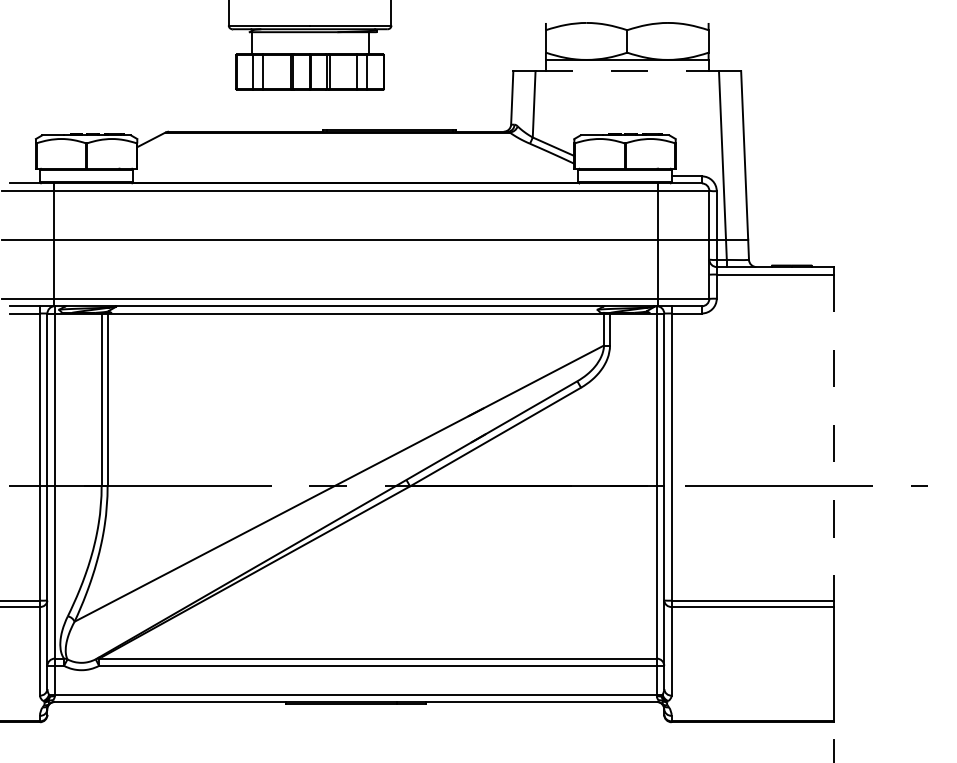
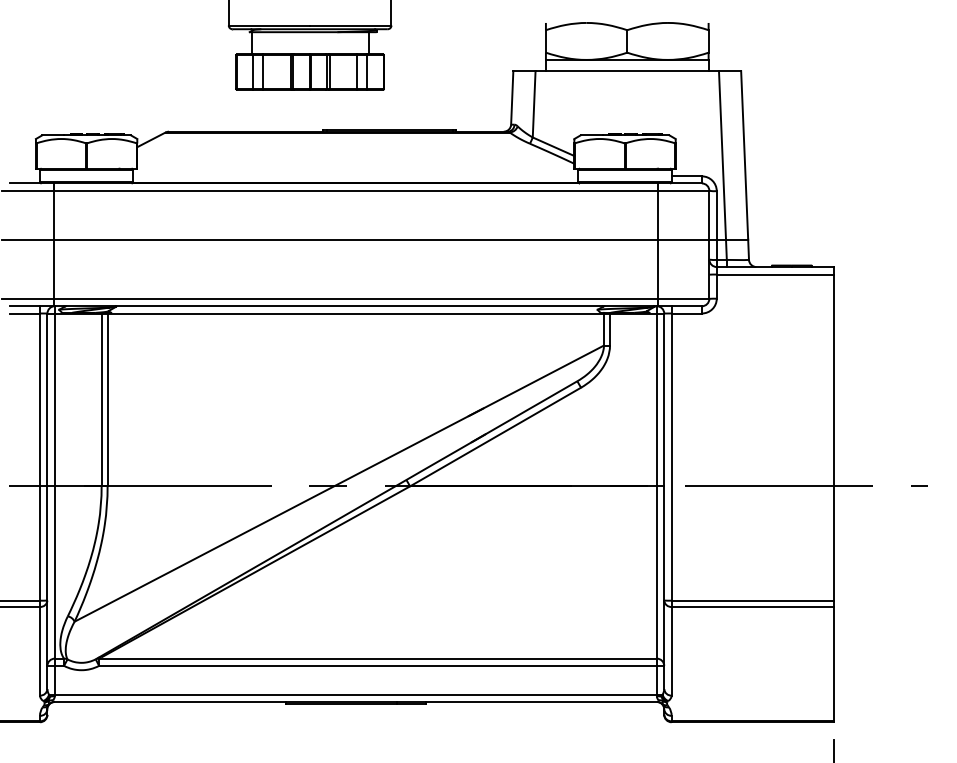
line at (627, 71): dashed -> solid
line at (834, 438): dashed -> solid
